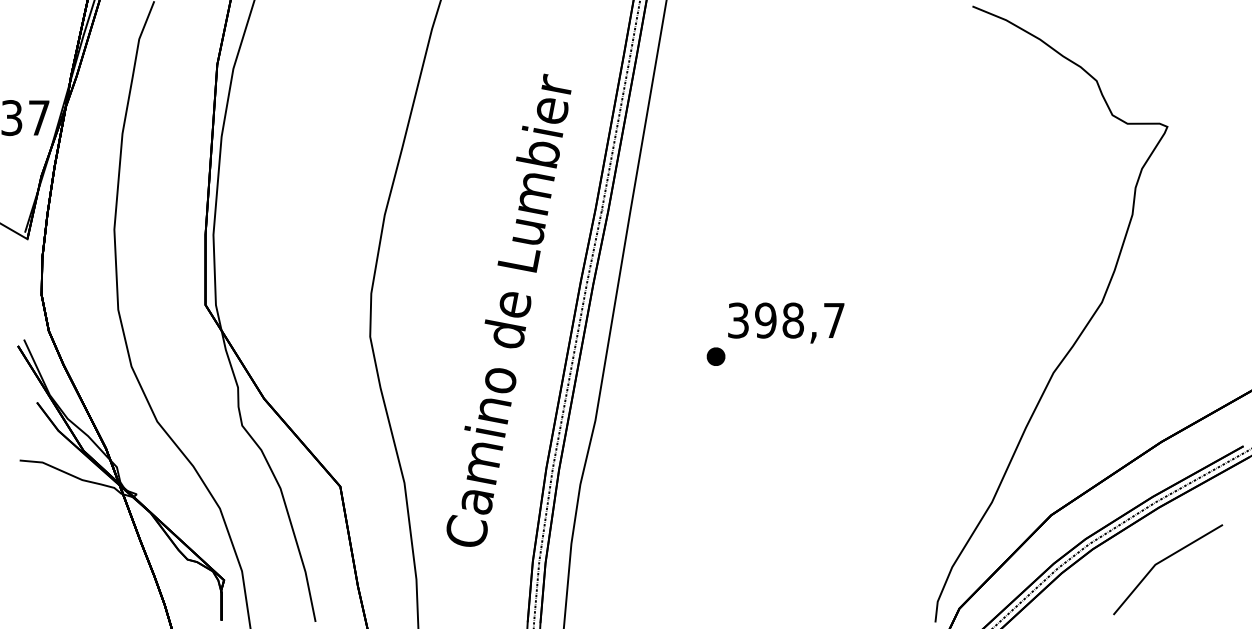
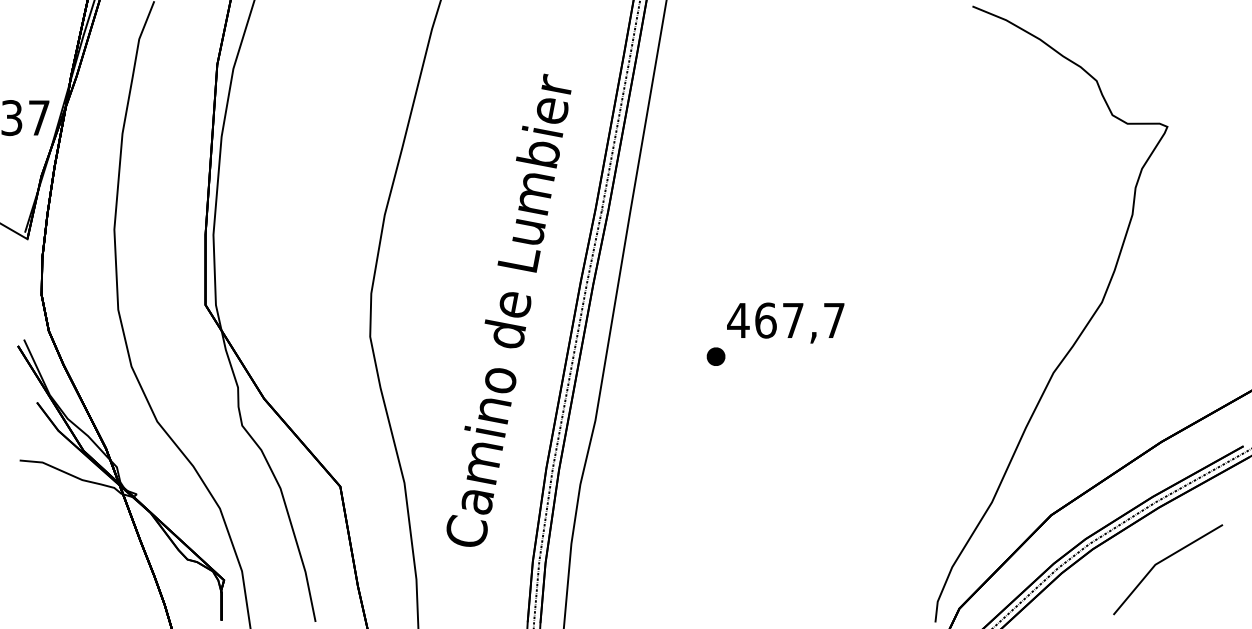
text at (765, 320): 398,7 -> 467,7
